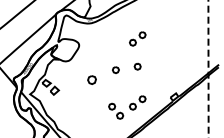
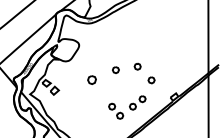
part at (137, 38): present -> none
line at (208, 68): dashed -> solid
part at (151, 80): none -> present
